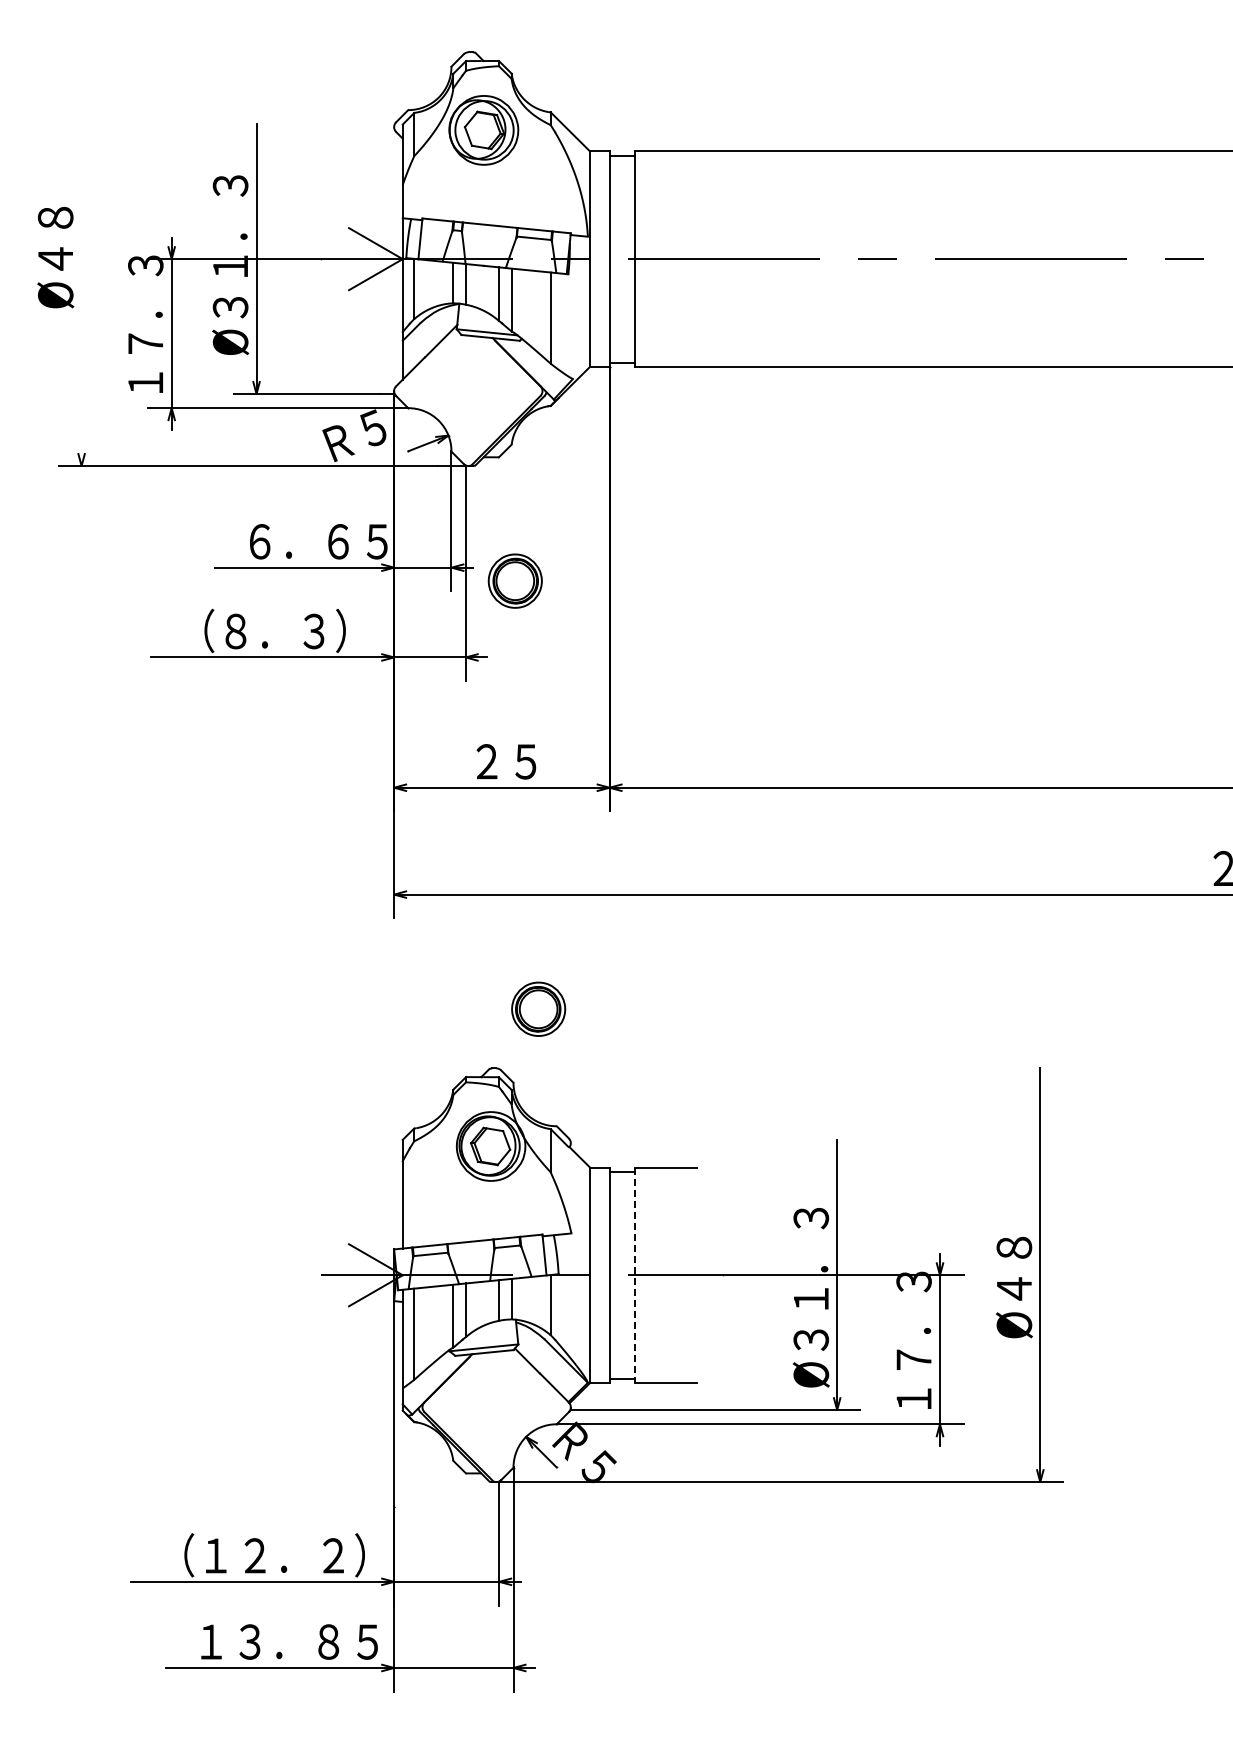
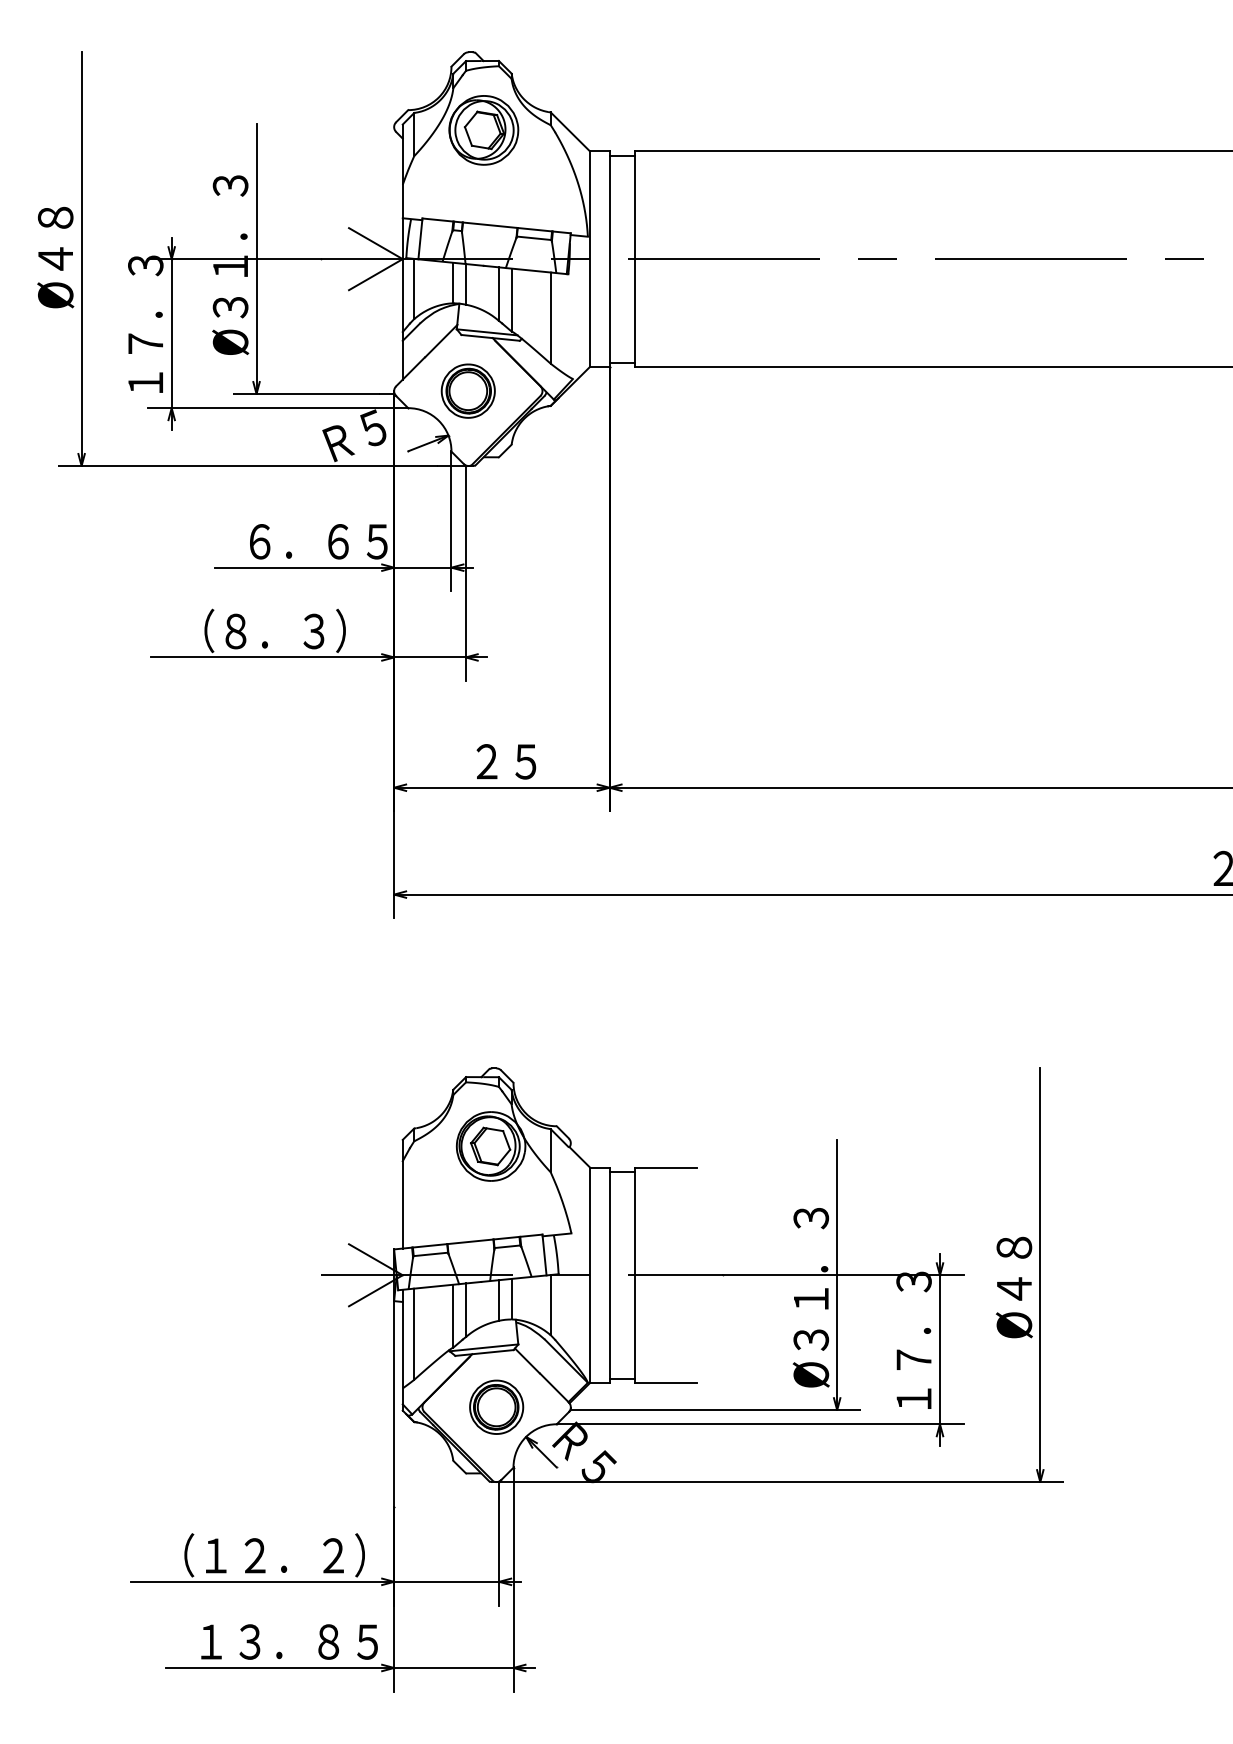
line at (81, 259): none -> present
part at (514, 580) position: (514, 580) -> (467, 390)
part at (538, 1008) position: (538, 1008) -> (496, 1406)
line at (635, 1275): dashed -> solid
